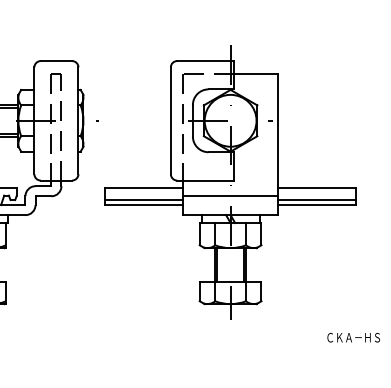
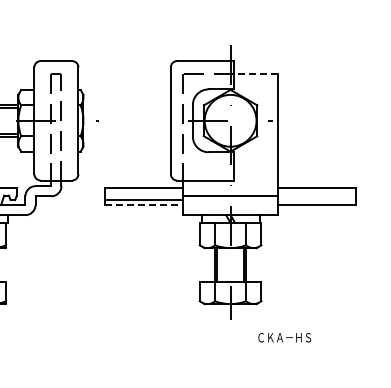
line at (255, 73): solid -> dashed
line at (316, 200): present -> none
line at (144, 205): solid -> dashed
text at (353, 337) position: (353, 337) -> (284, 337)
